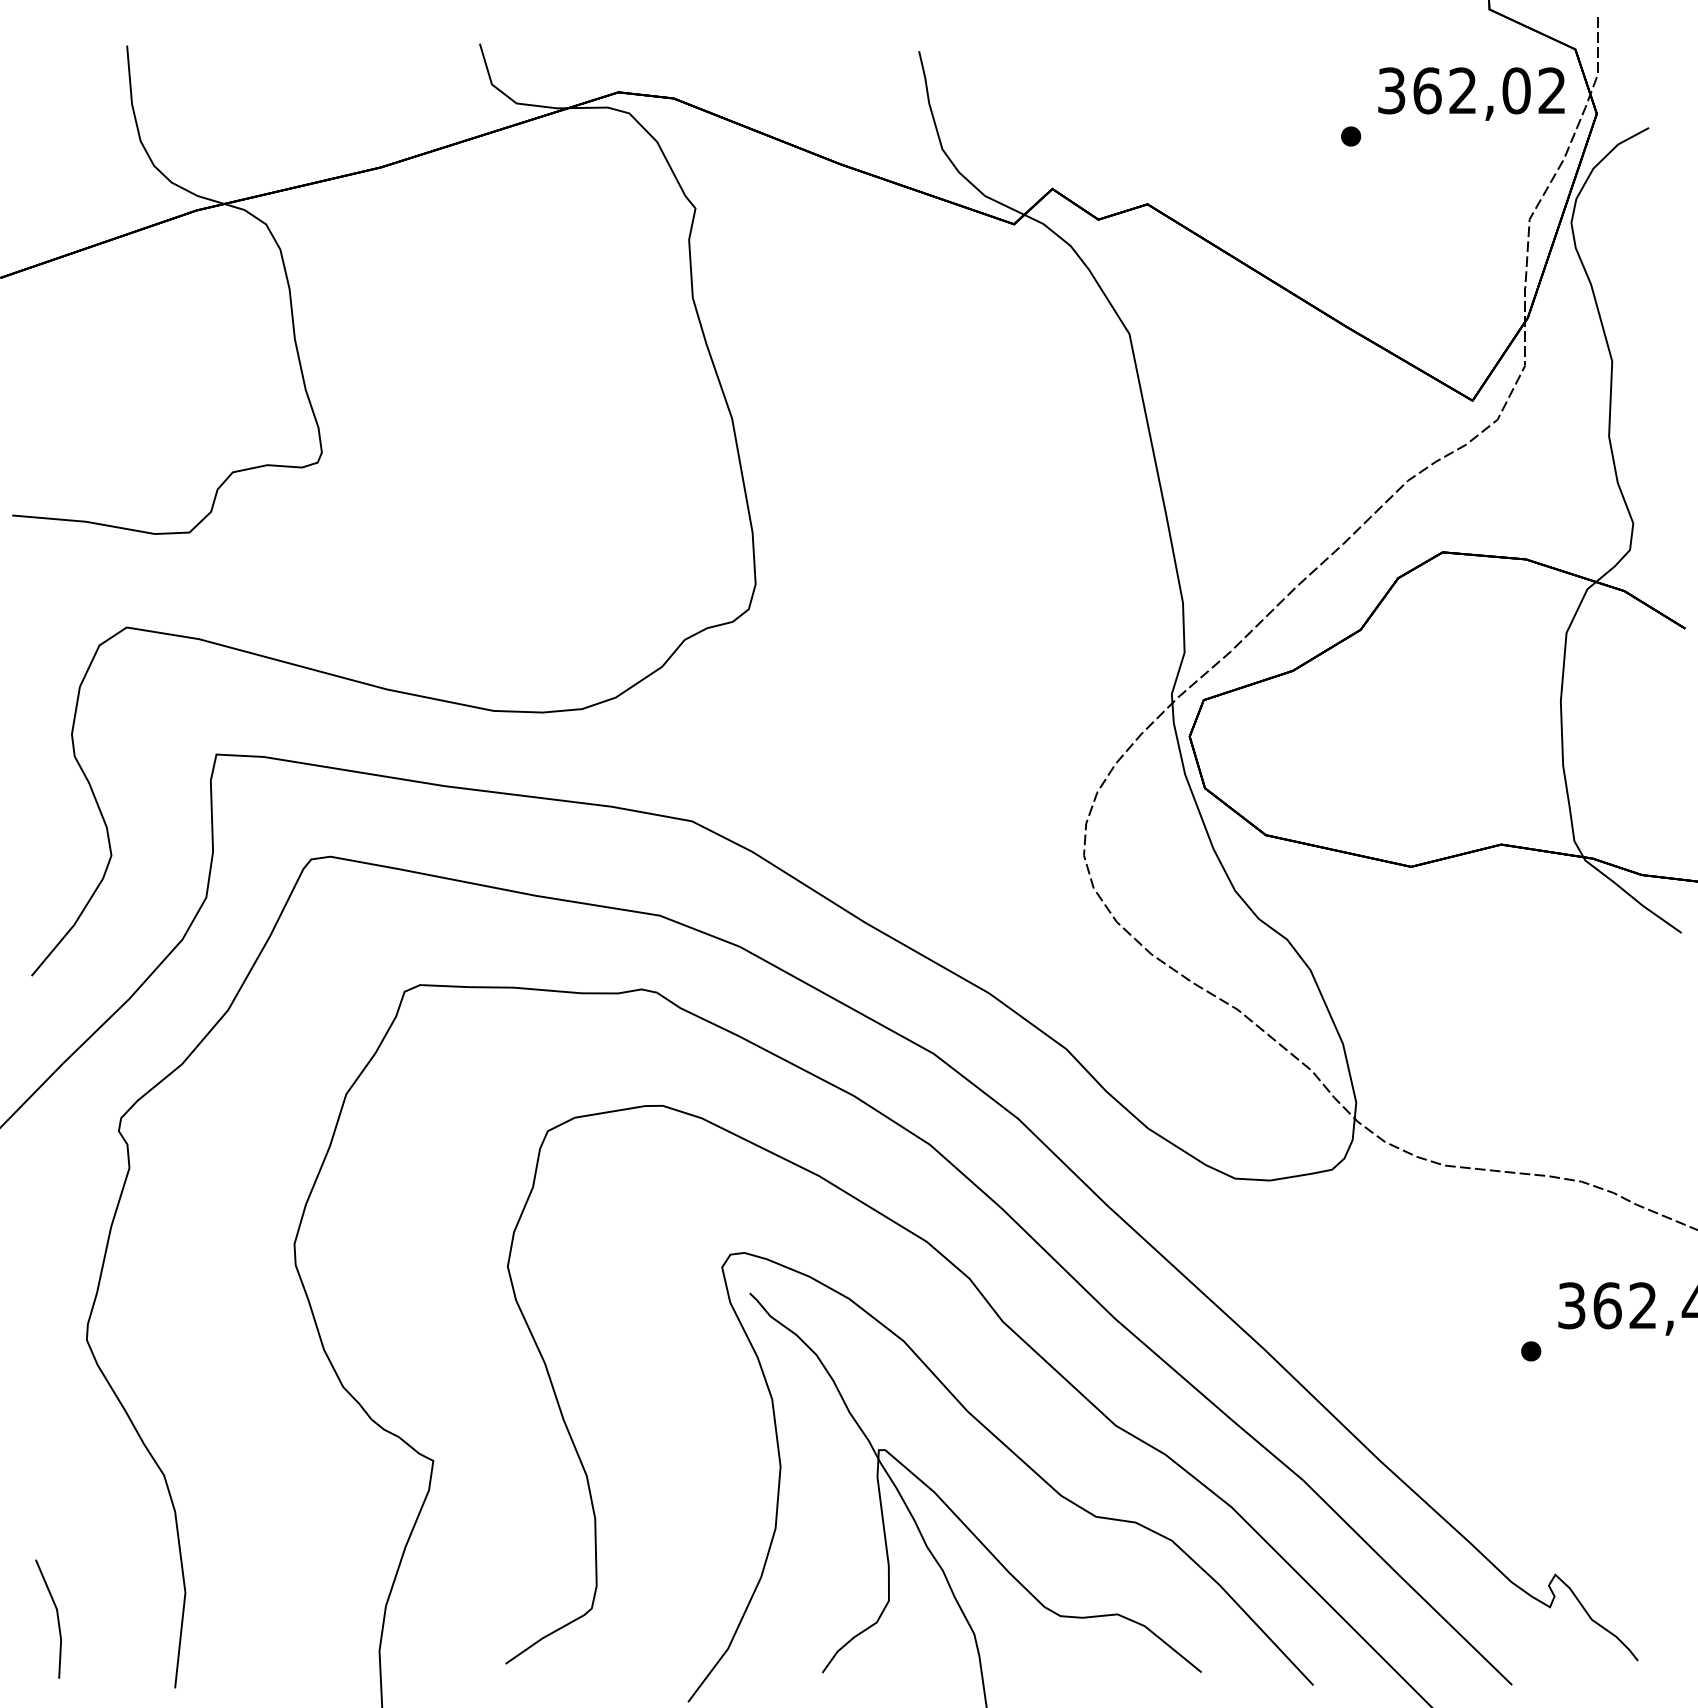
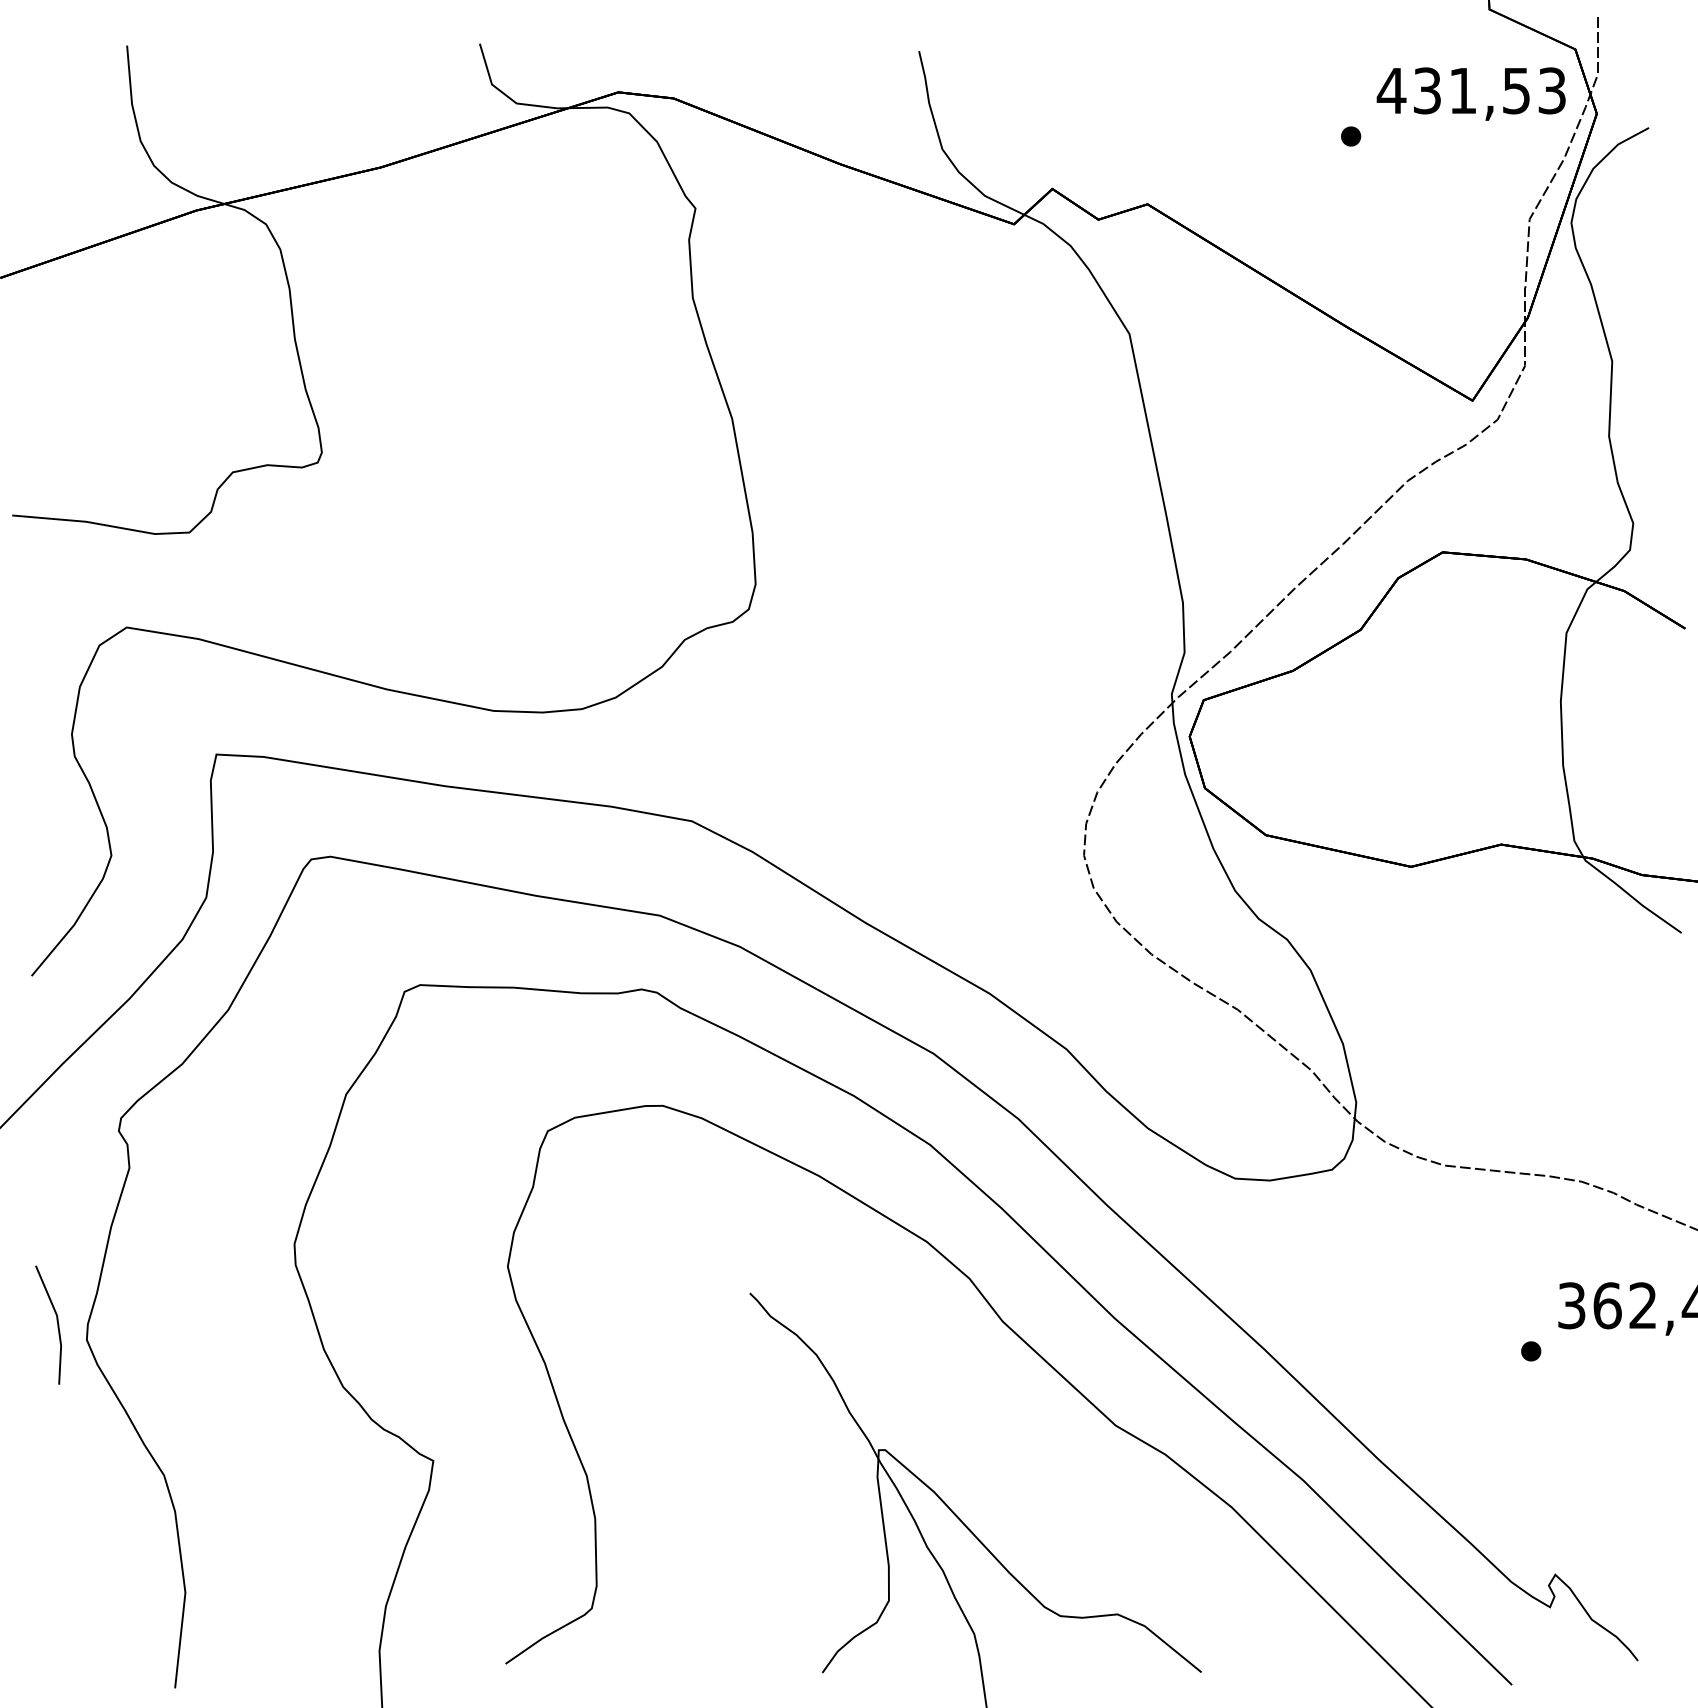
text at (1470, 90): 362,02 -> 431,53
curve at (1018, 1458): present -> none
line at (56, 1615) position: (56, 1615) -> (56, 1321)
